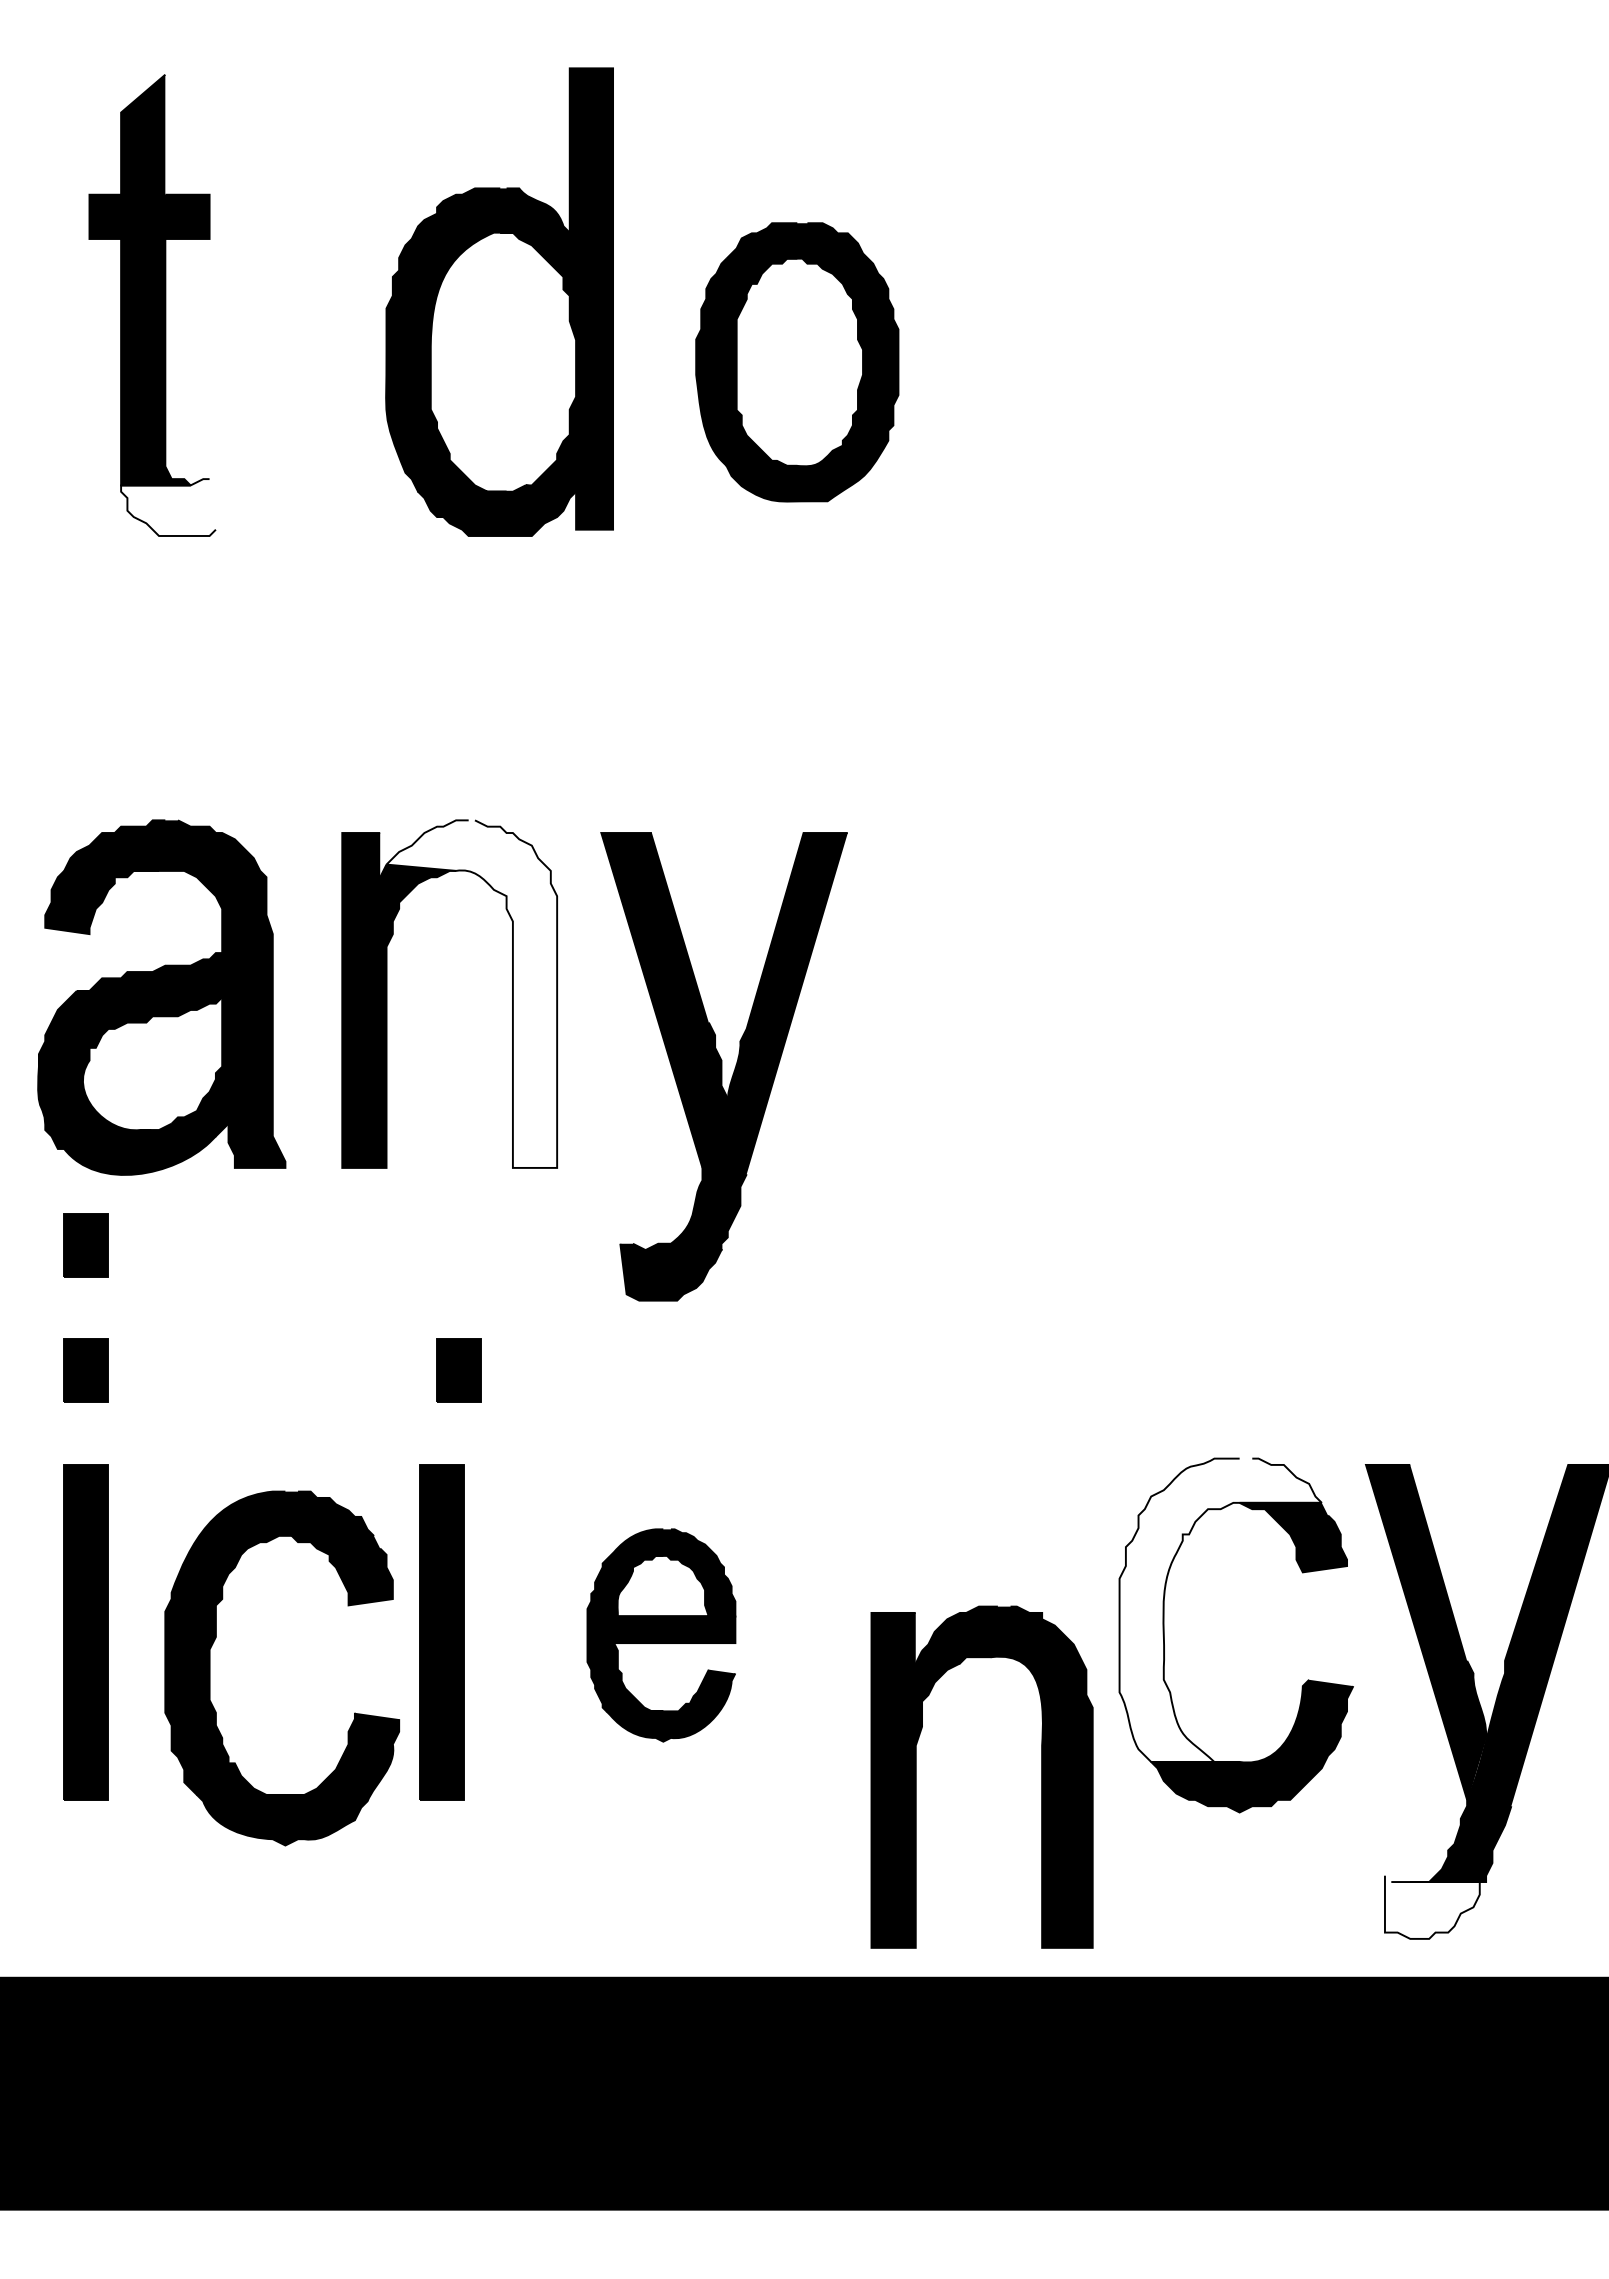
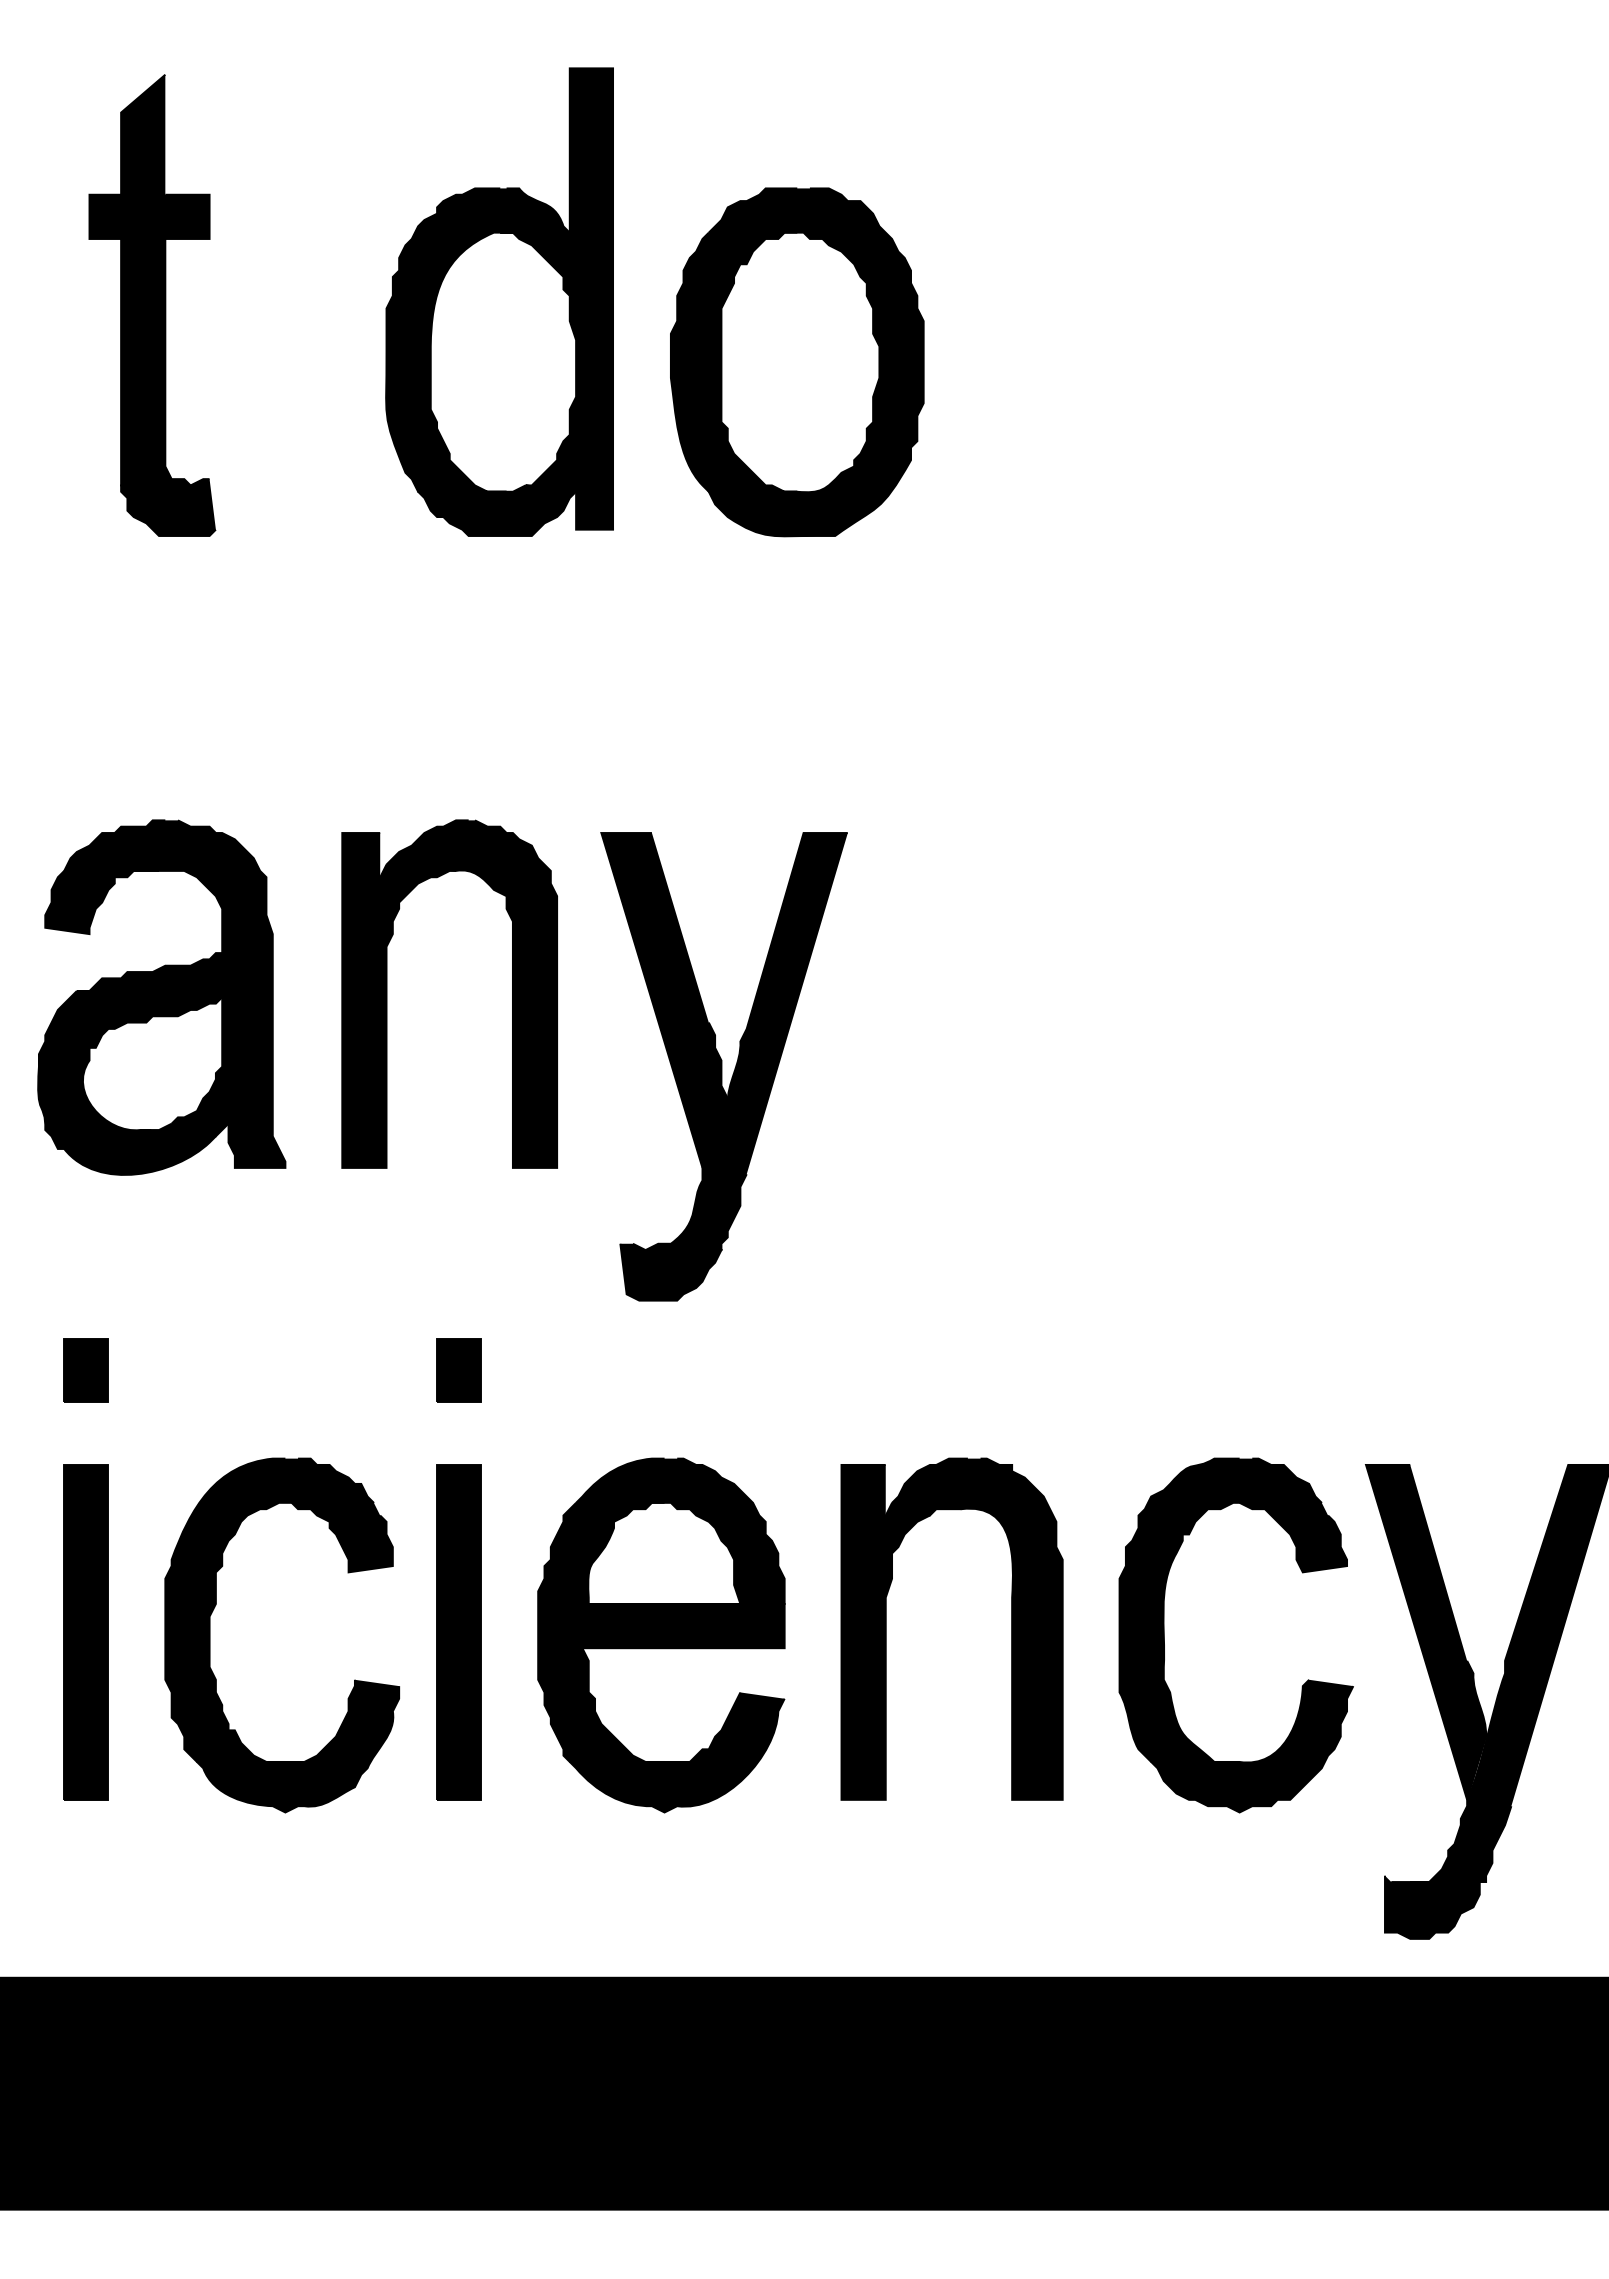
part at (797, 362) size: 205x281 px -> 255x351 px
fill at (168, 507): none -> present
fill at (471, 993): none -> present
part at (85, 1245): present -> none
fill at (1220, 1609): none -> present
part at (441, 1632) position: (441, 1632) -> (458, 1632)
part at (661, 1635) size: 151x215 px -> 249x357 px
part at (210, 1668) position: (210, 1668) -> (210, 1635)
part at (1041, 1776) position: (1041, 1776) -> (1011, 1628)
fill at (1431, 1906): none -> present
